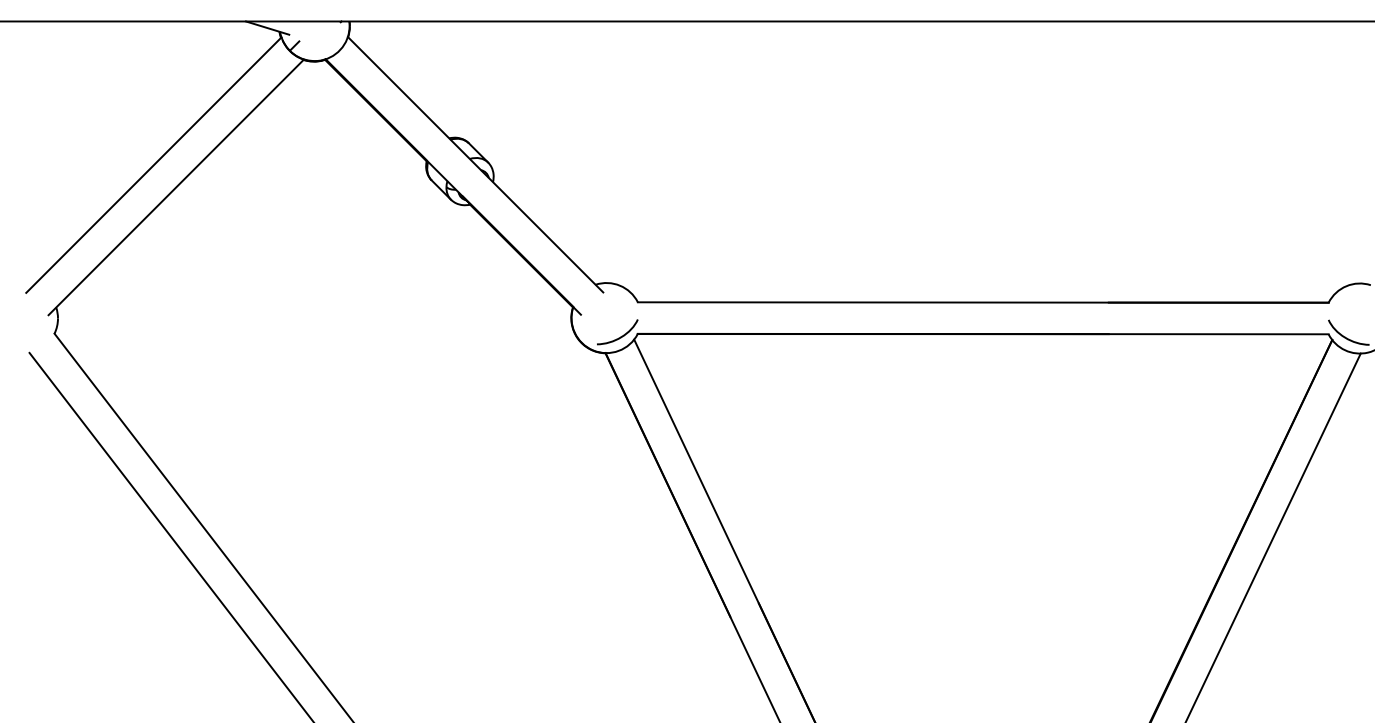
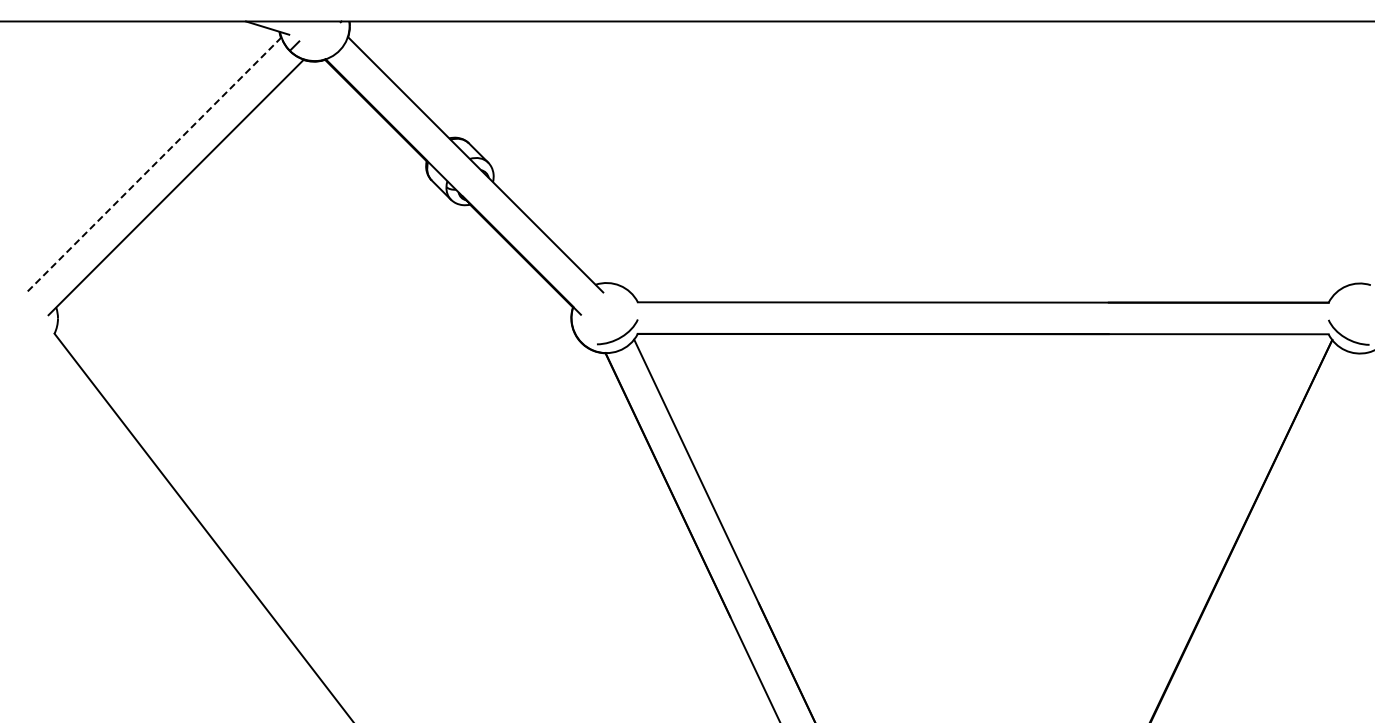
line at (153, 165): solid -> dashed
line at (170, 535): present -> none
line at (1273, 536): present -> none
